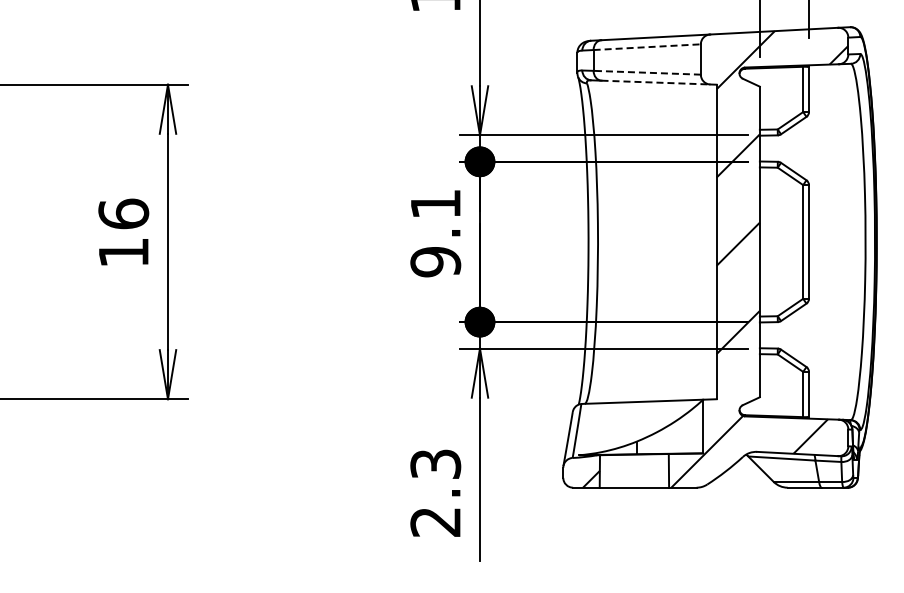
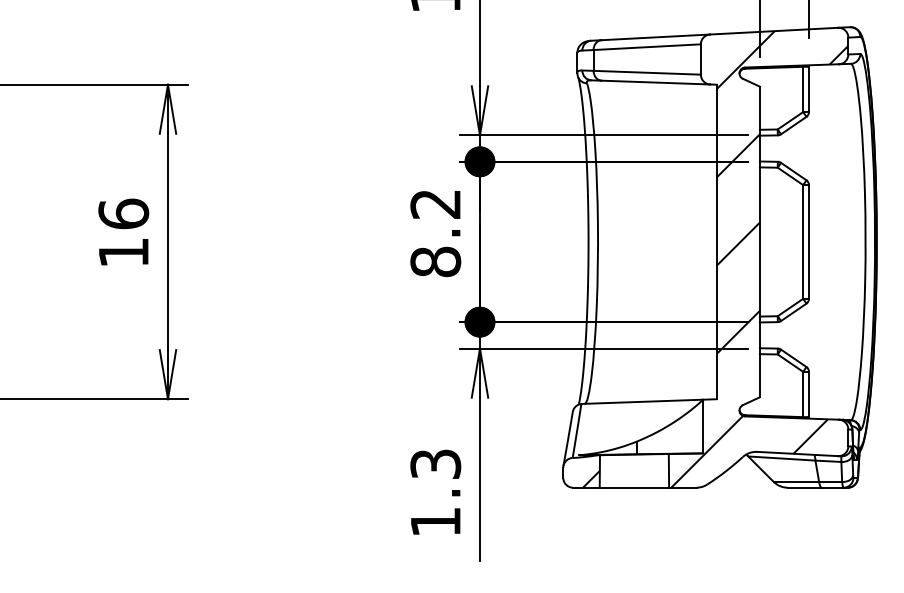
line at (647, 47): dashed -> solid
line at (647, 72): dashed -> solid
line at (656, 82): dashed -> solid
text at (435, 233): 9.1 -> 8.2
text at (435, 522): 2.3 -> 1.3
